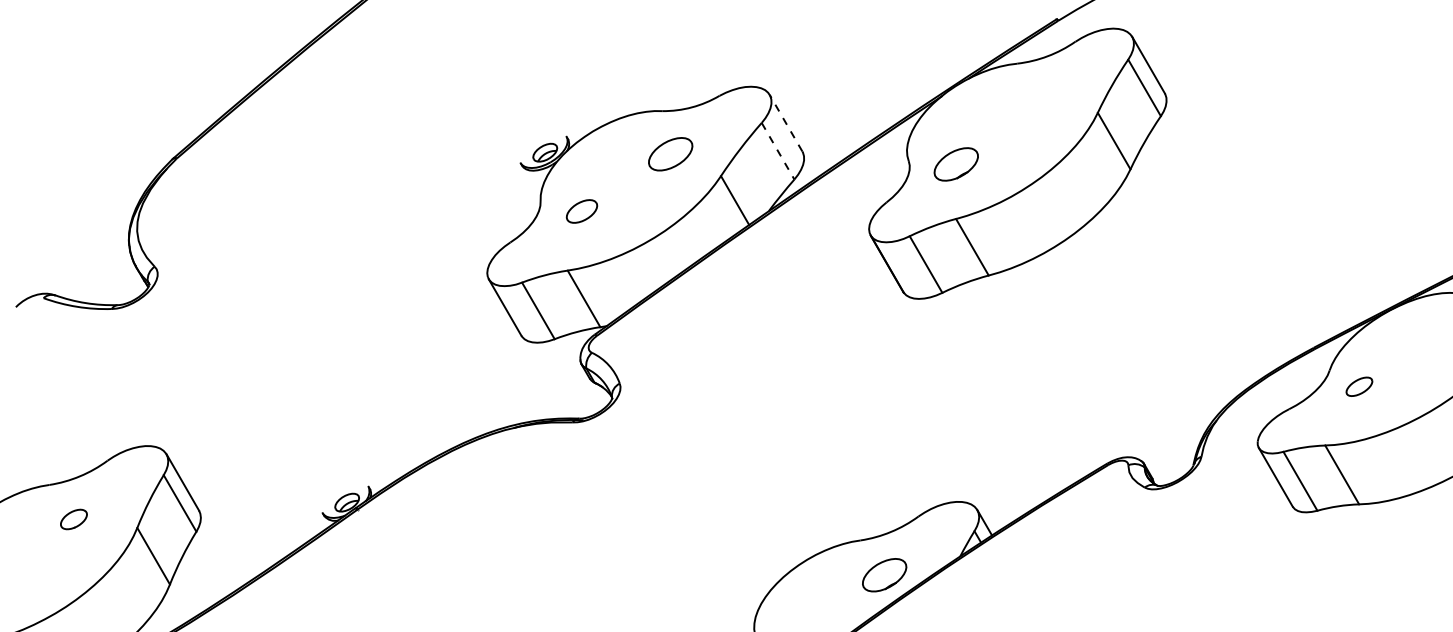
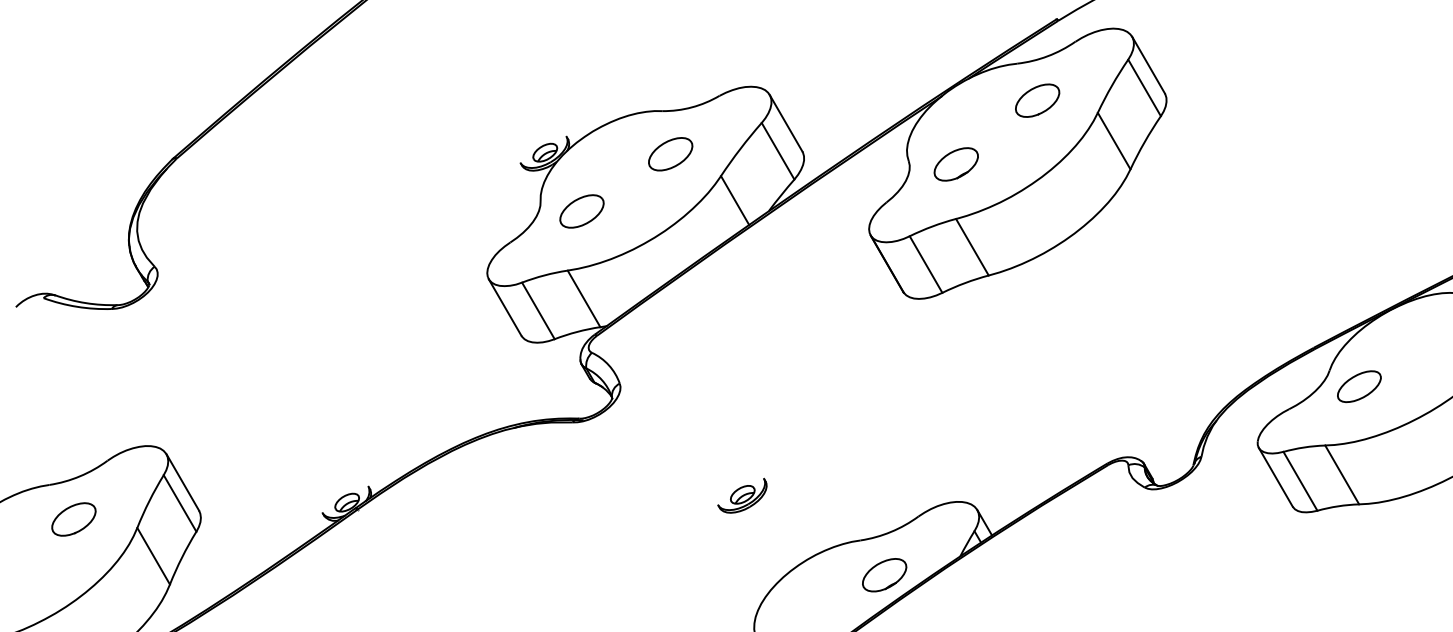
part at (1037, 100): none -> present
line at (786, 123): dashed -> solid
line at (778, 151): dashed -> solid
part at (581, 211) size: 34x25 px -> 46x35 px
part at (1359, 386) size: 29x21 px -> 45x34 px
part at (742, 495): none -> present
part at (73, 519) size: 28x23 px -> 46x35 px
